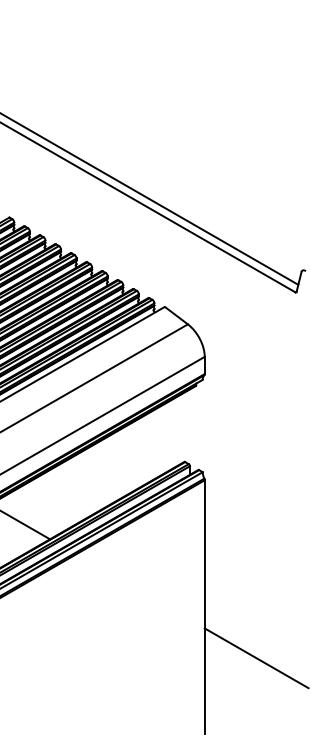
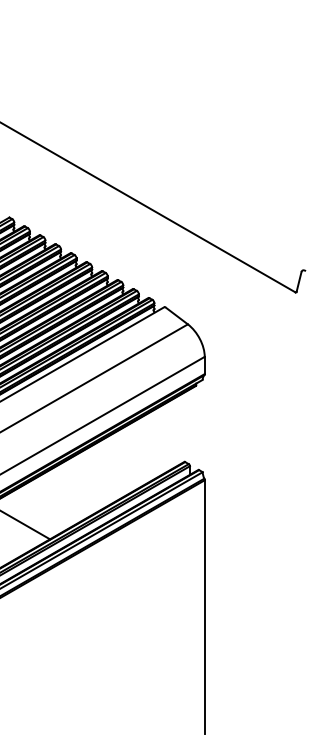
line at (150, 199): present -> none
line at (255, 657): present -> none
